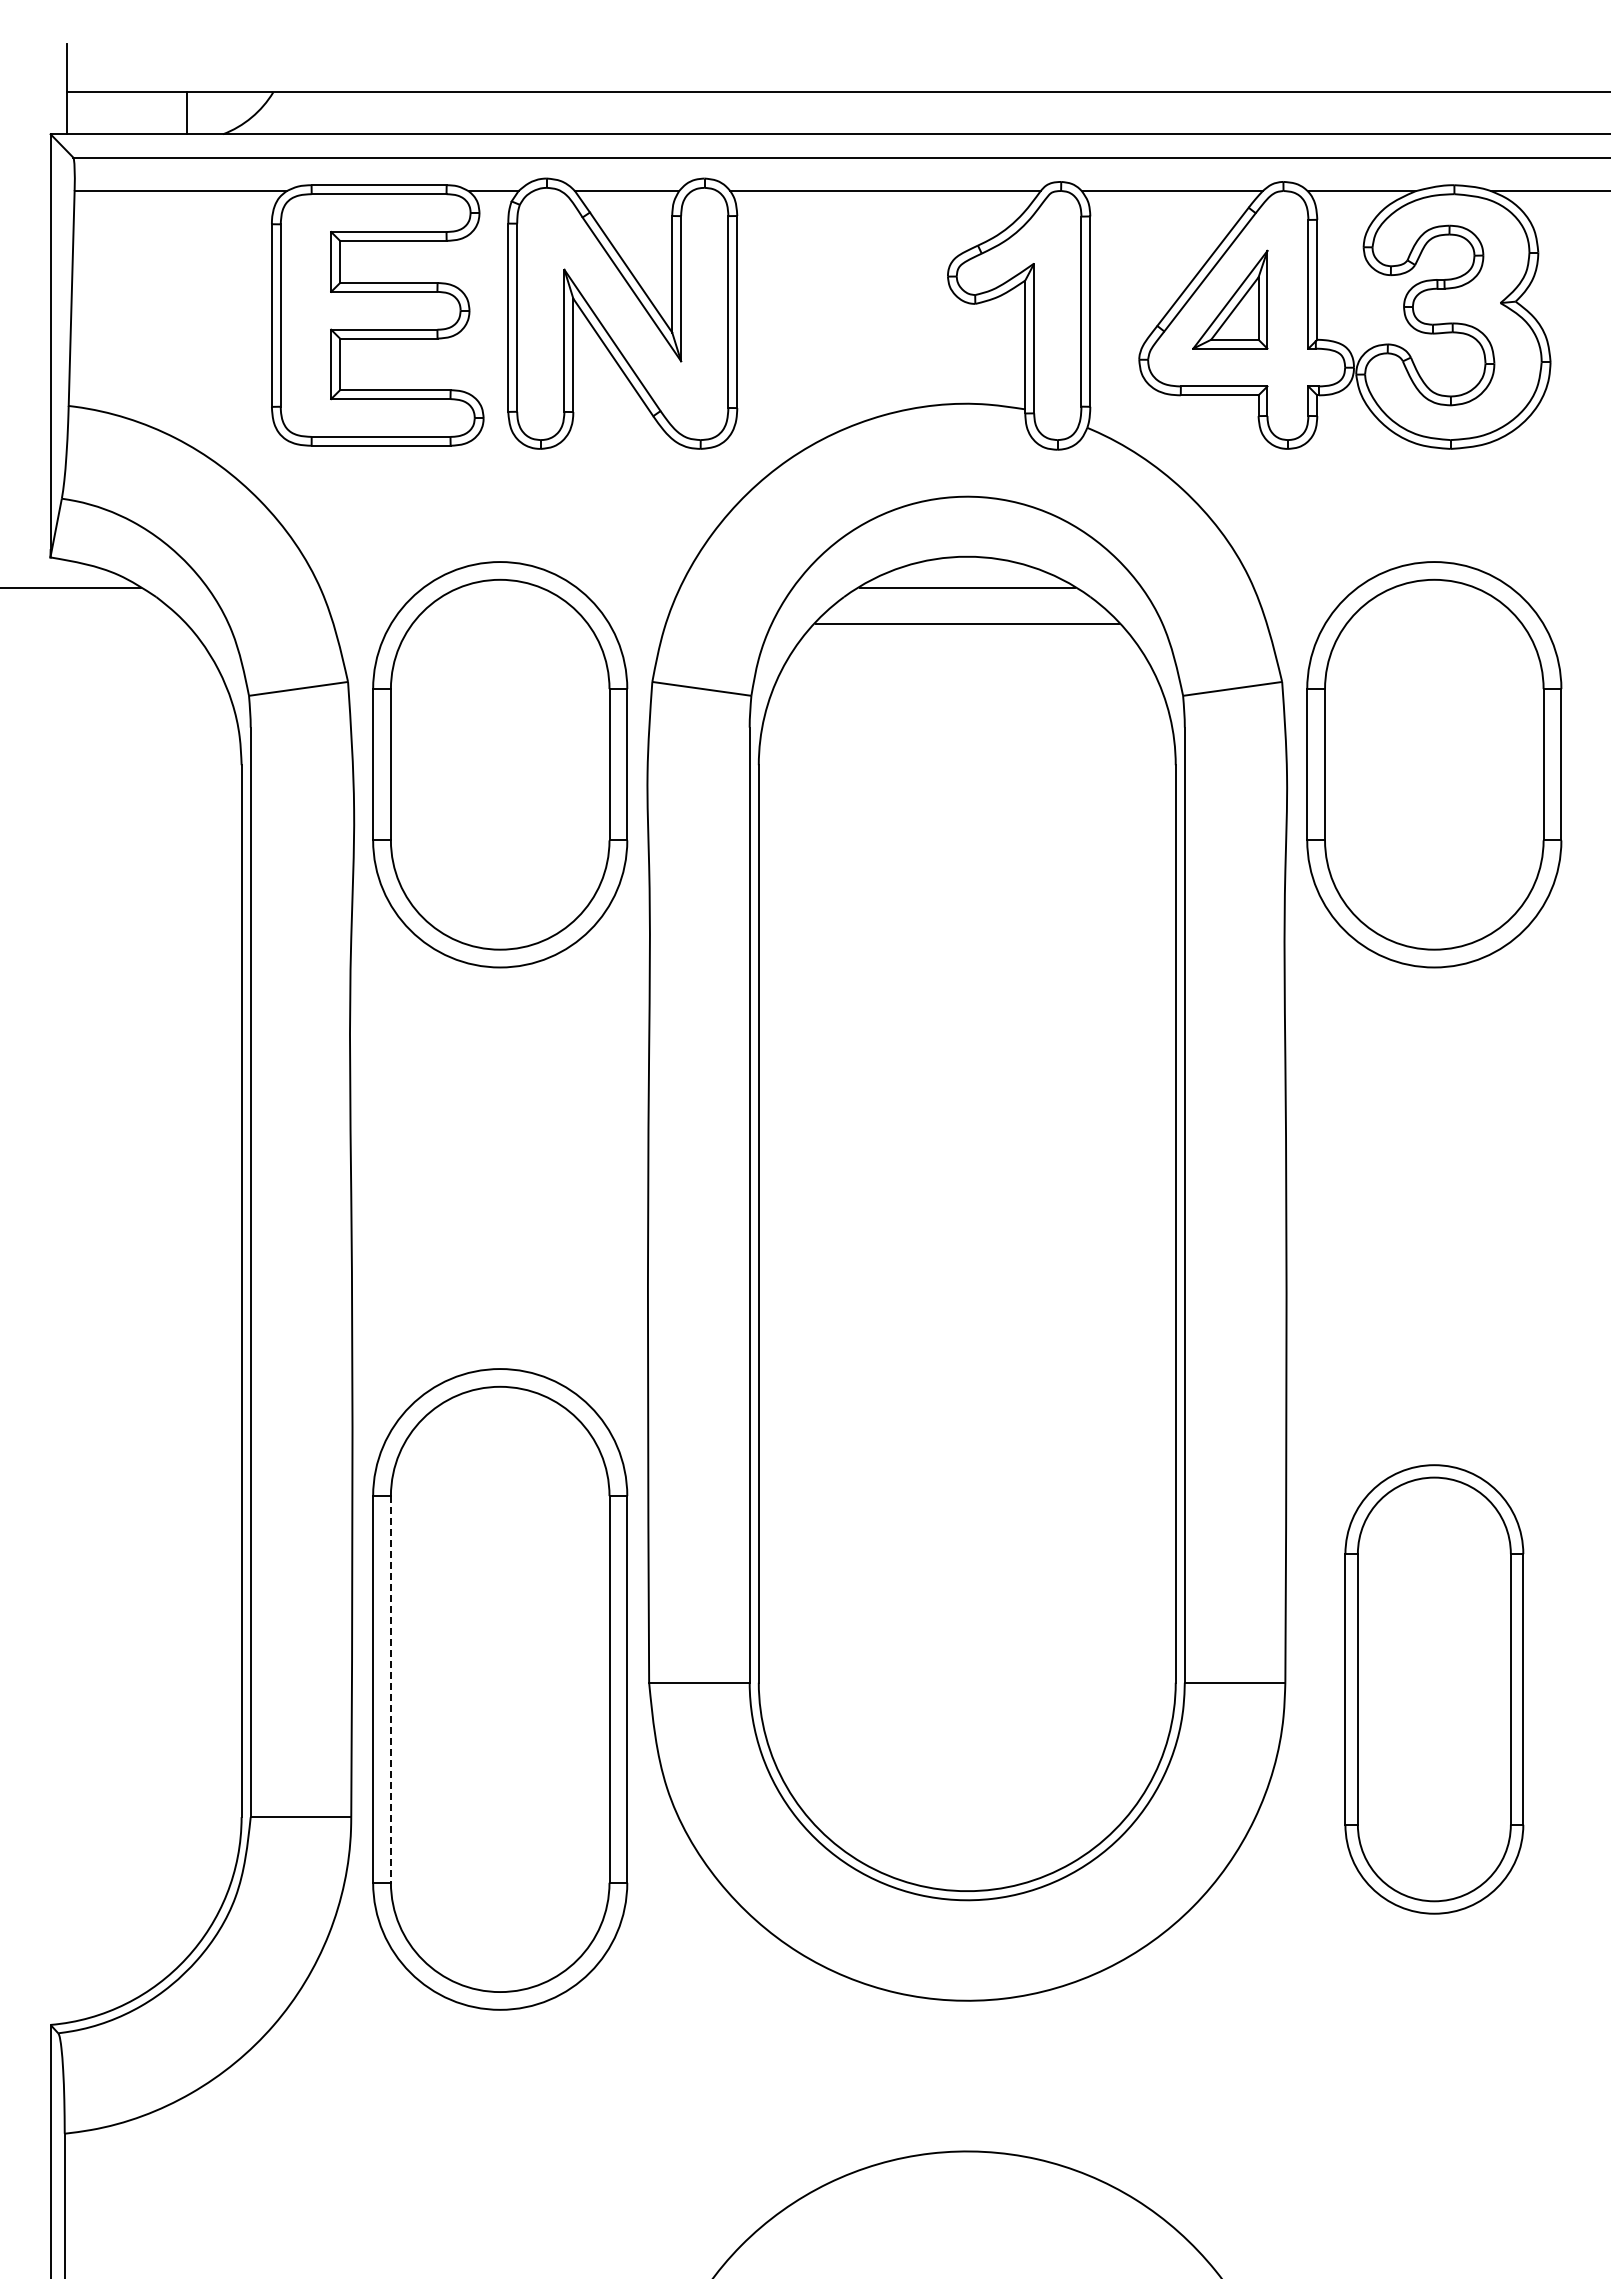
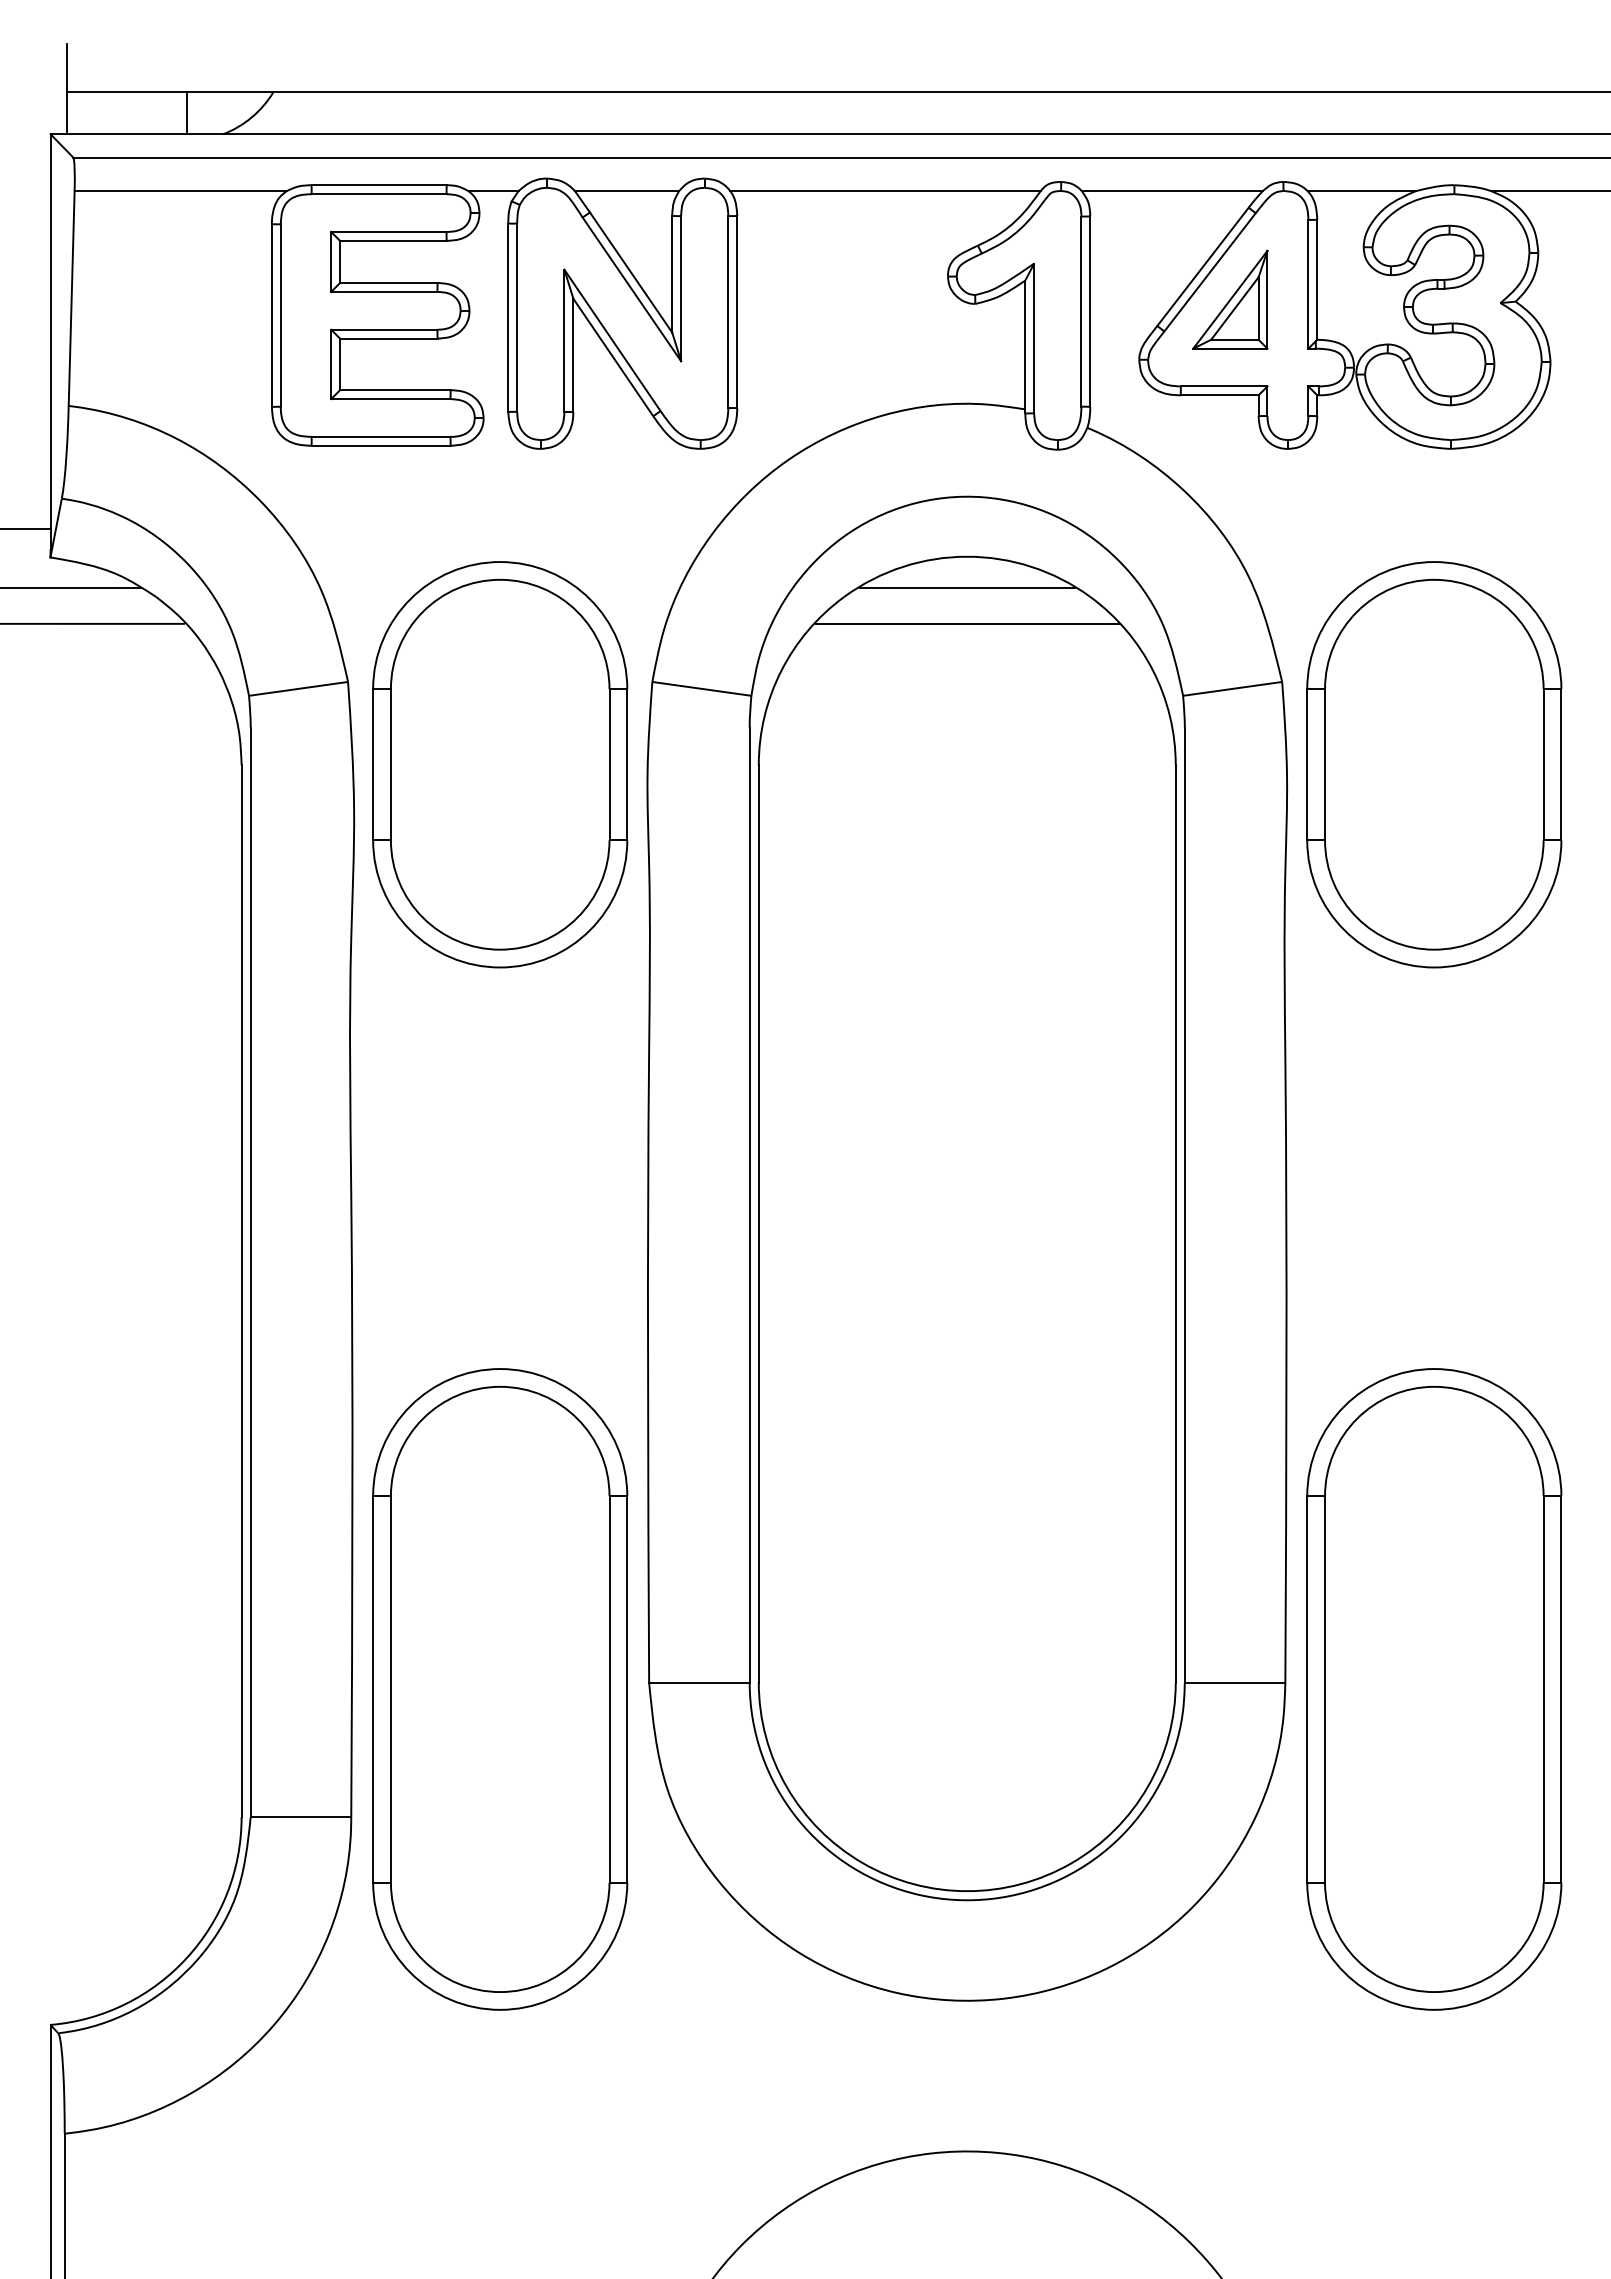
line at (26, 529): none -> present
line at (93, 623): none -> present
line at (390, 1689): dashed -> solid
part at (1434, 1689) size: 181x451 px -> 257x643 px
